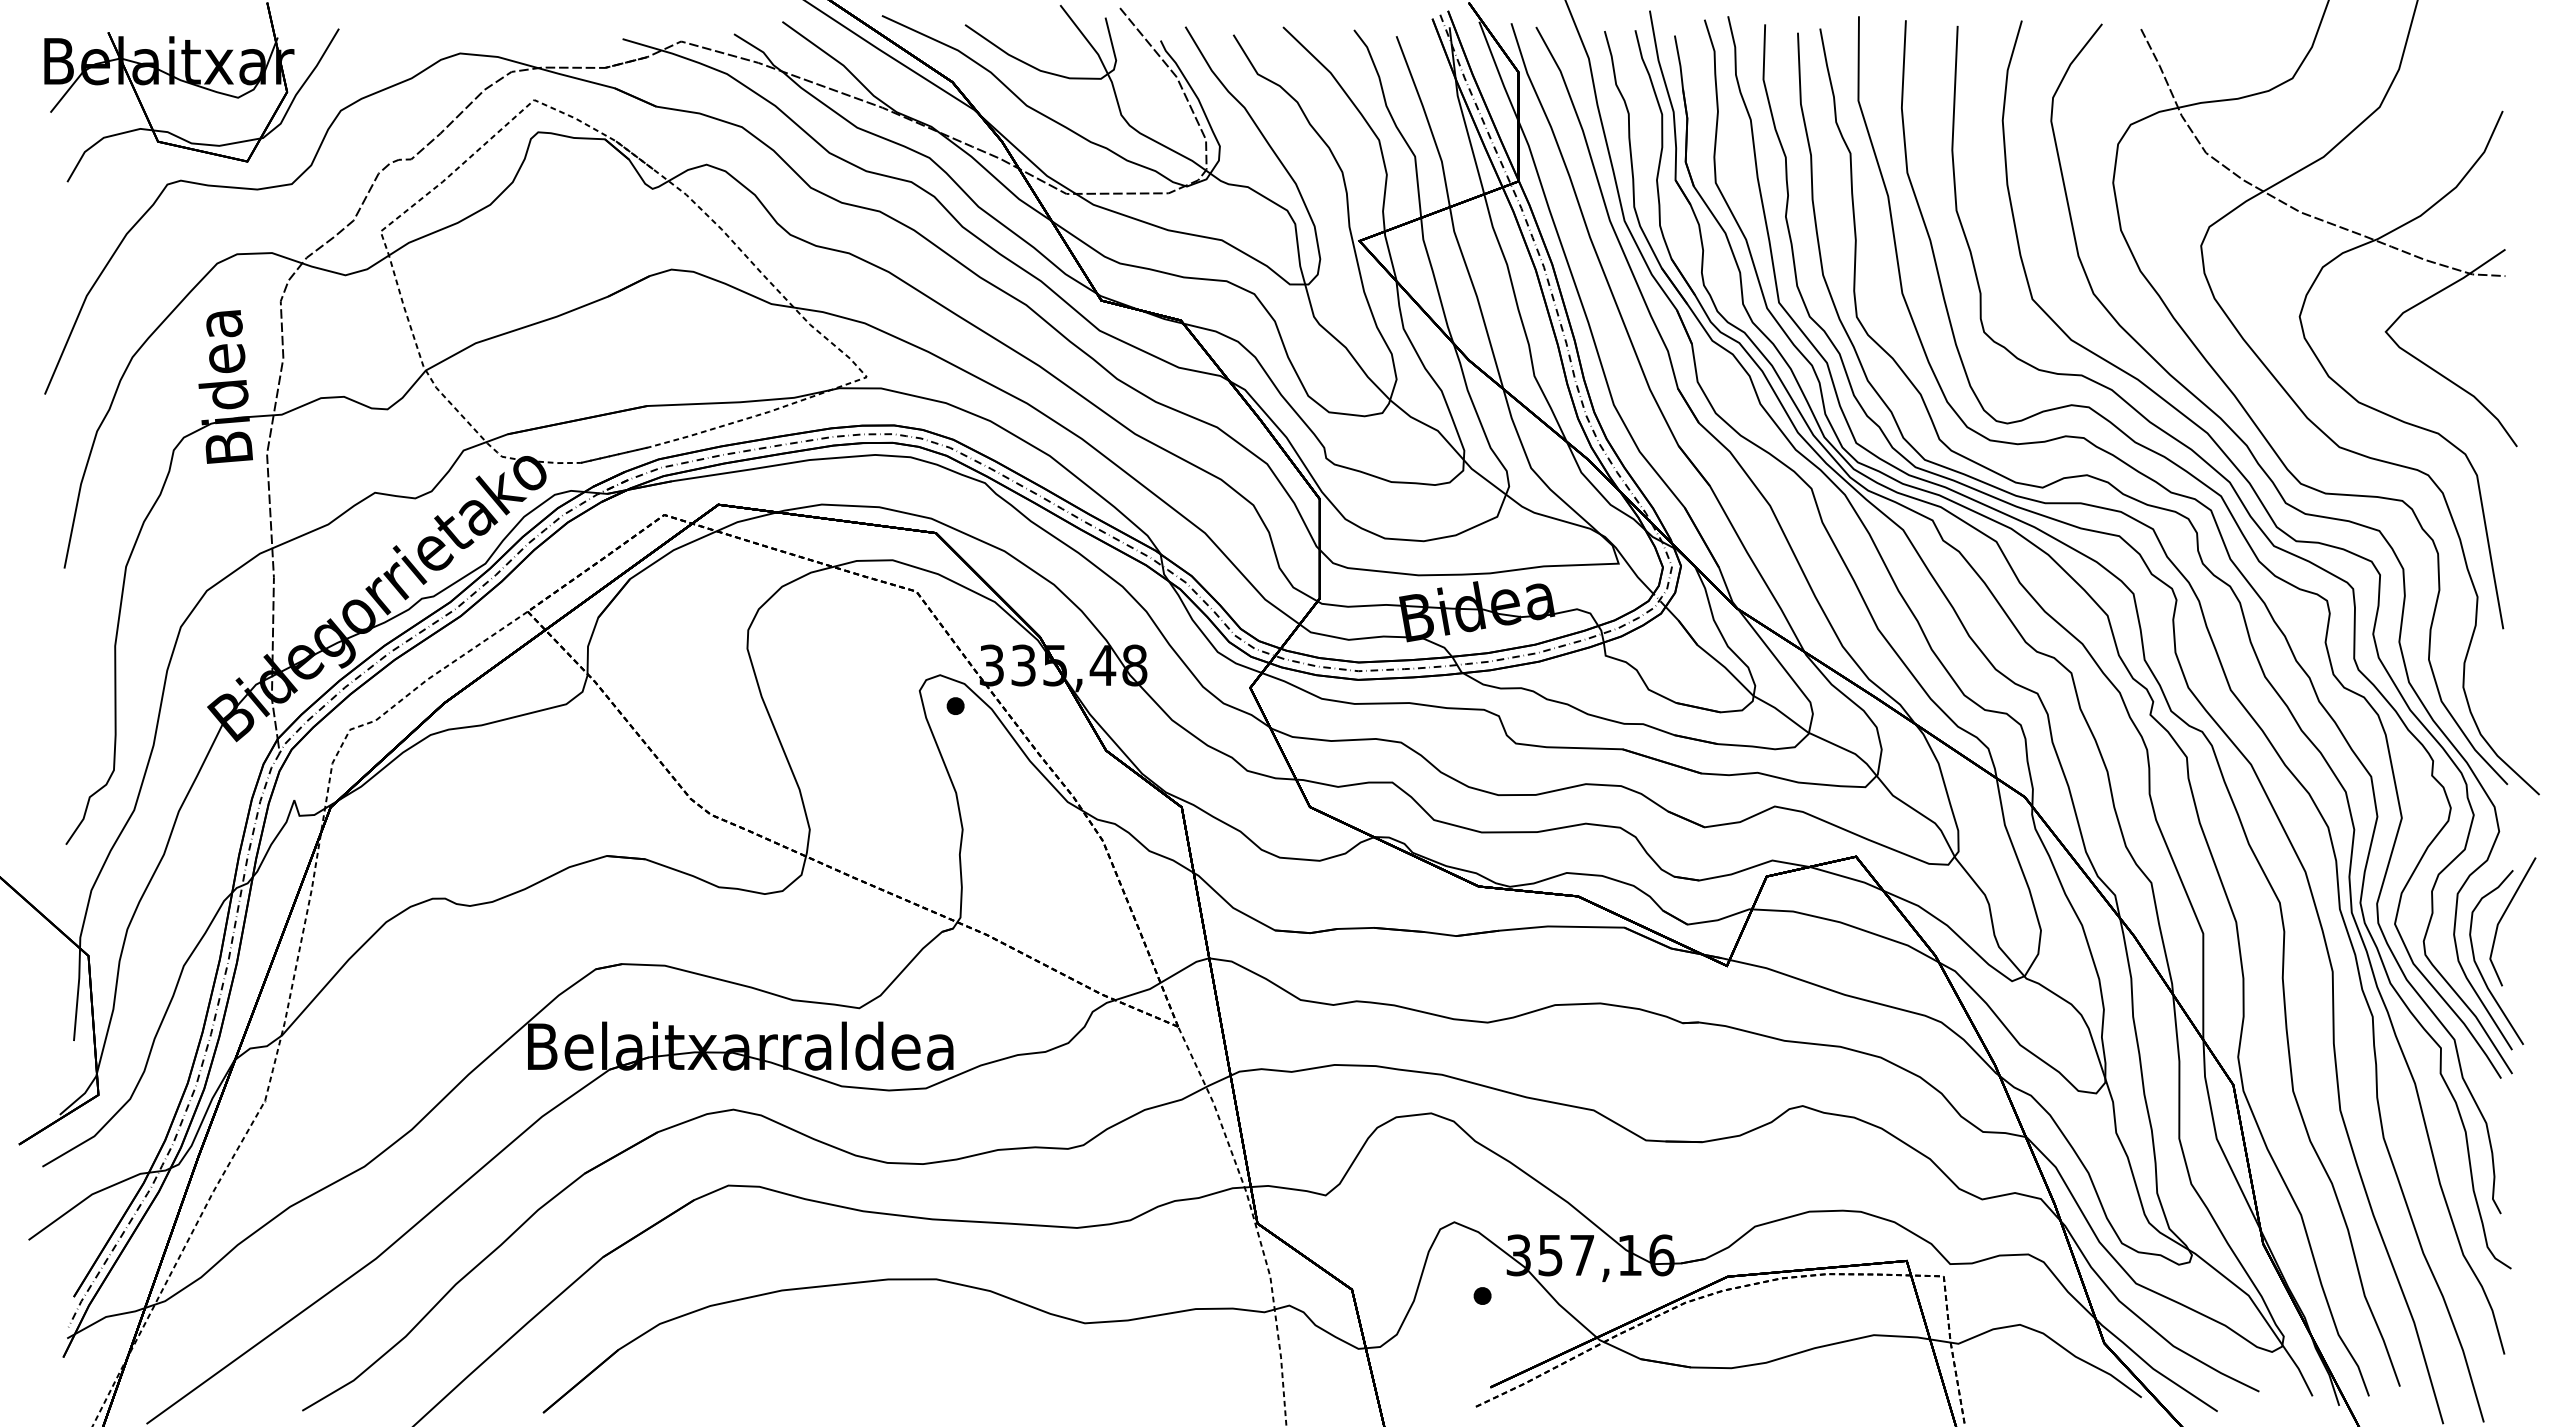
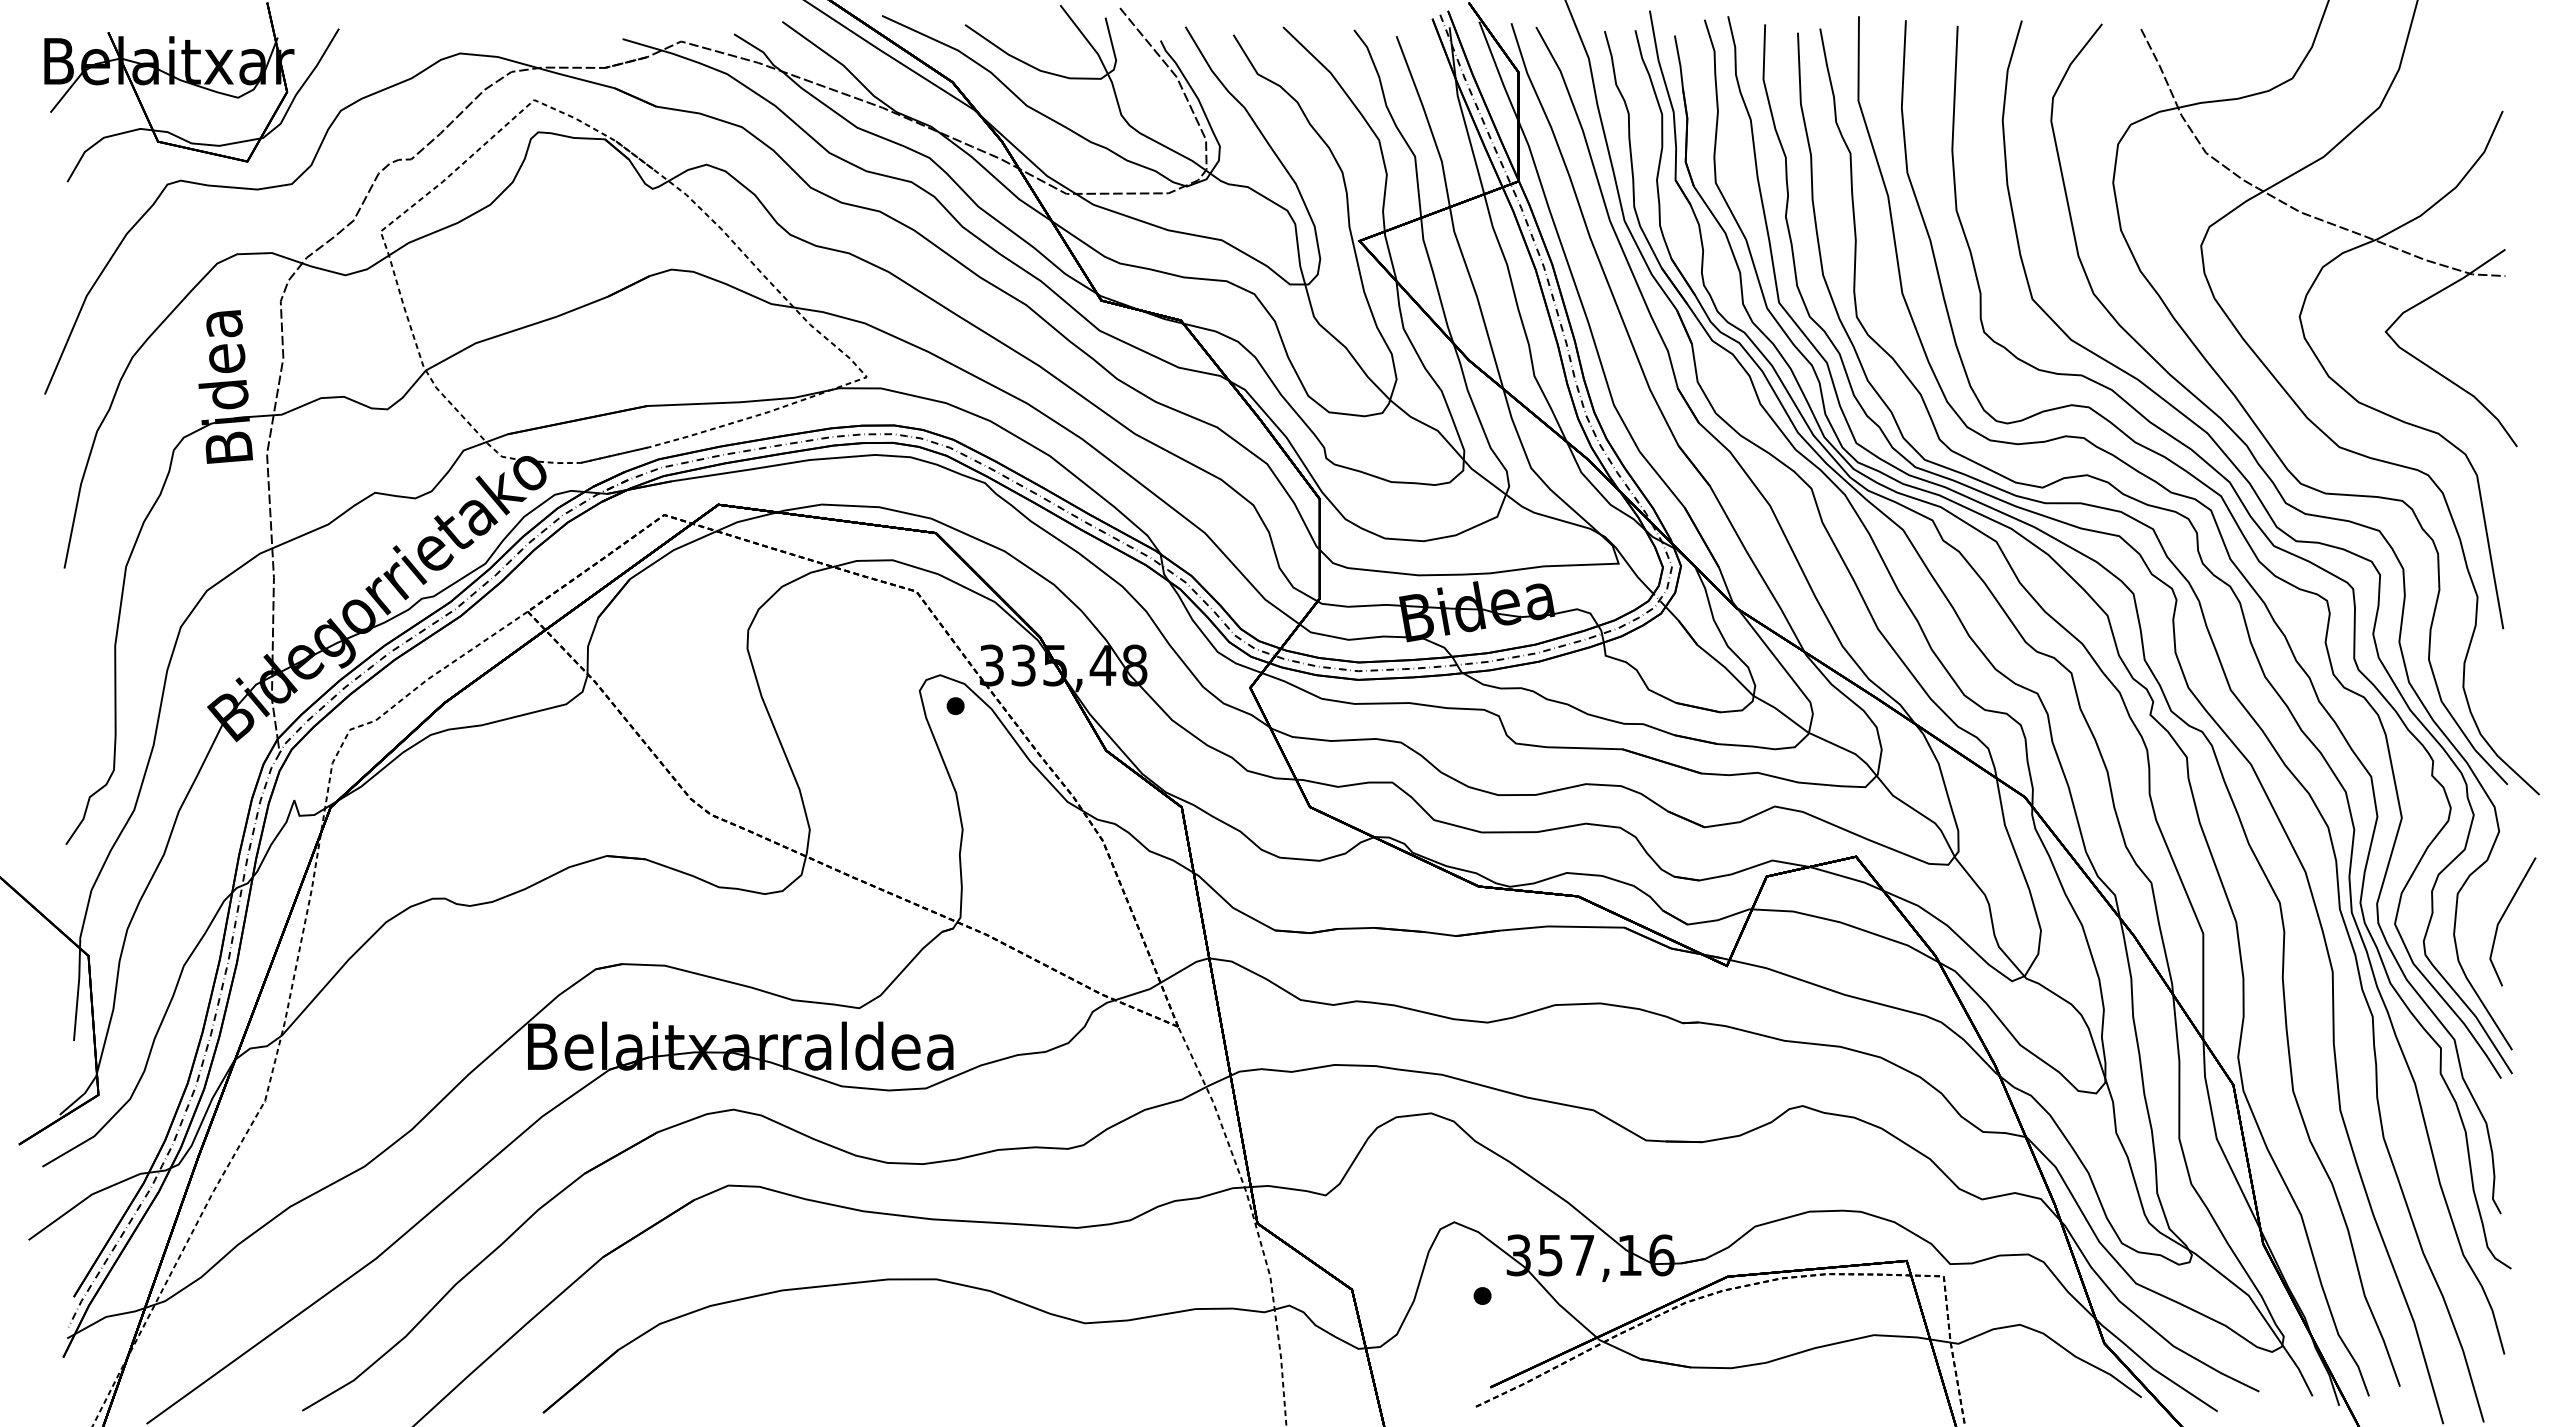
curve at (2478, 966): present -> none
